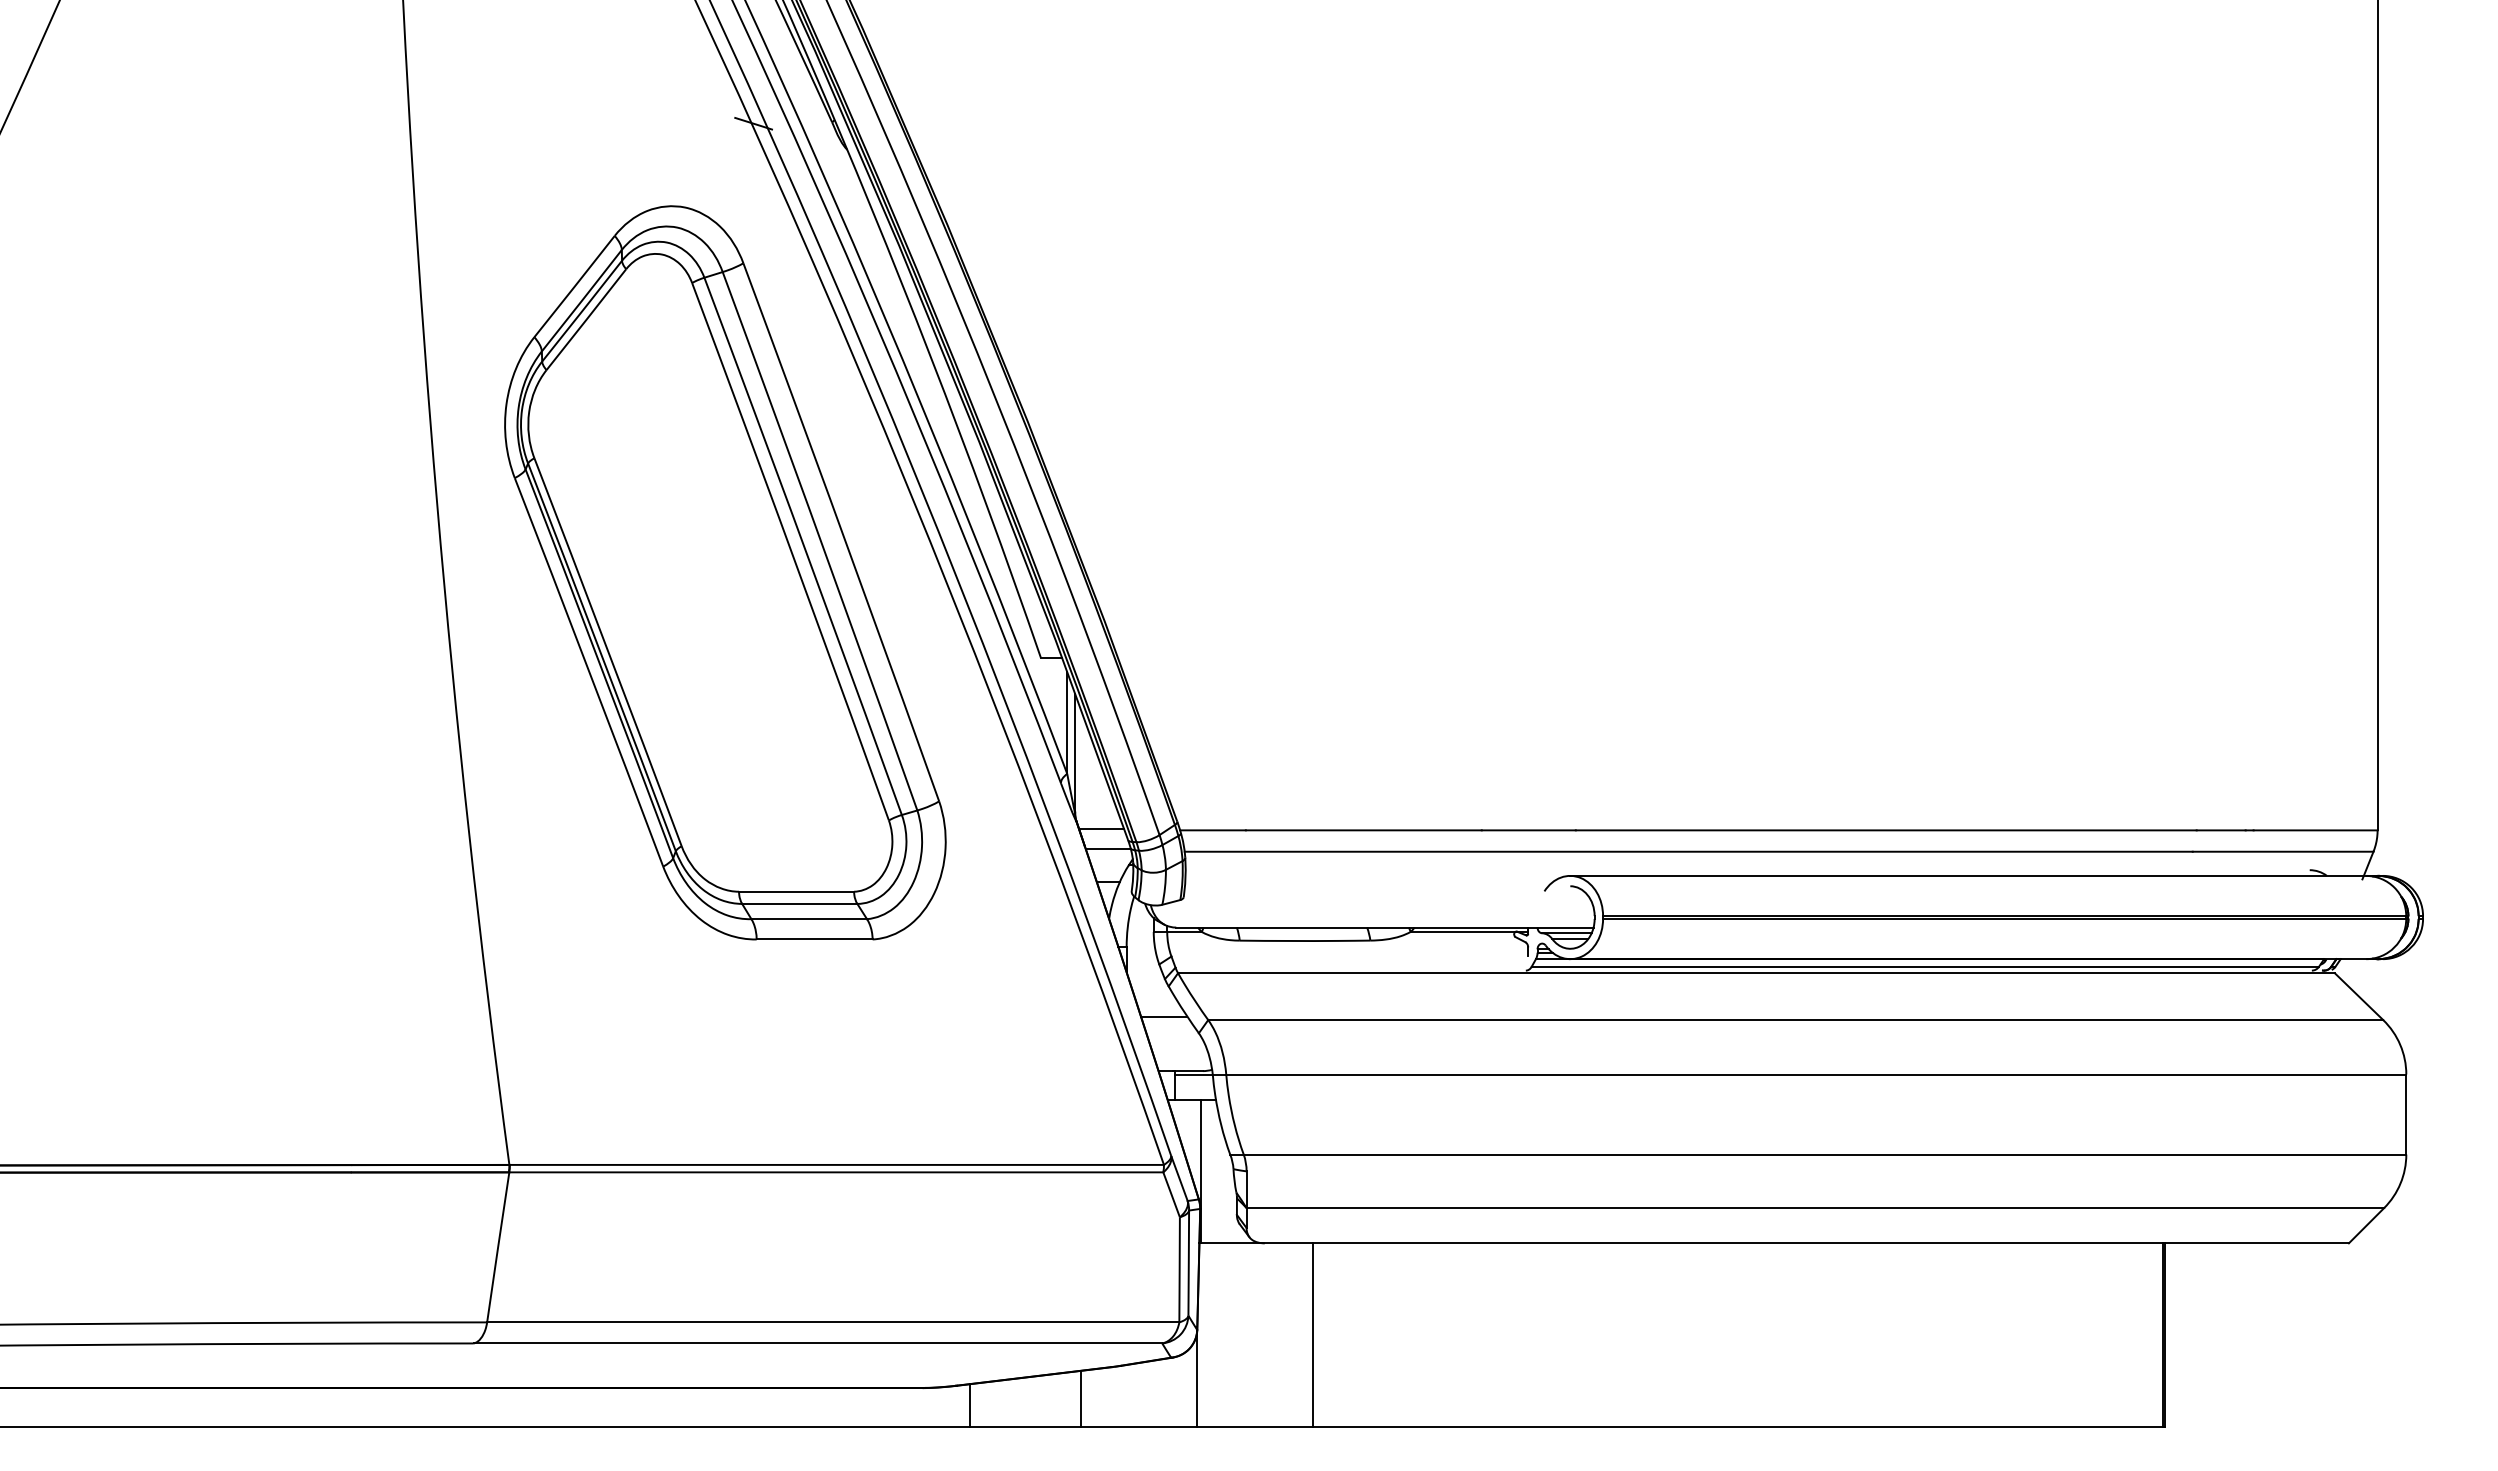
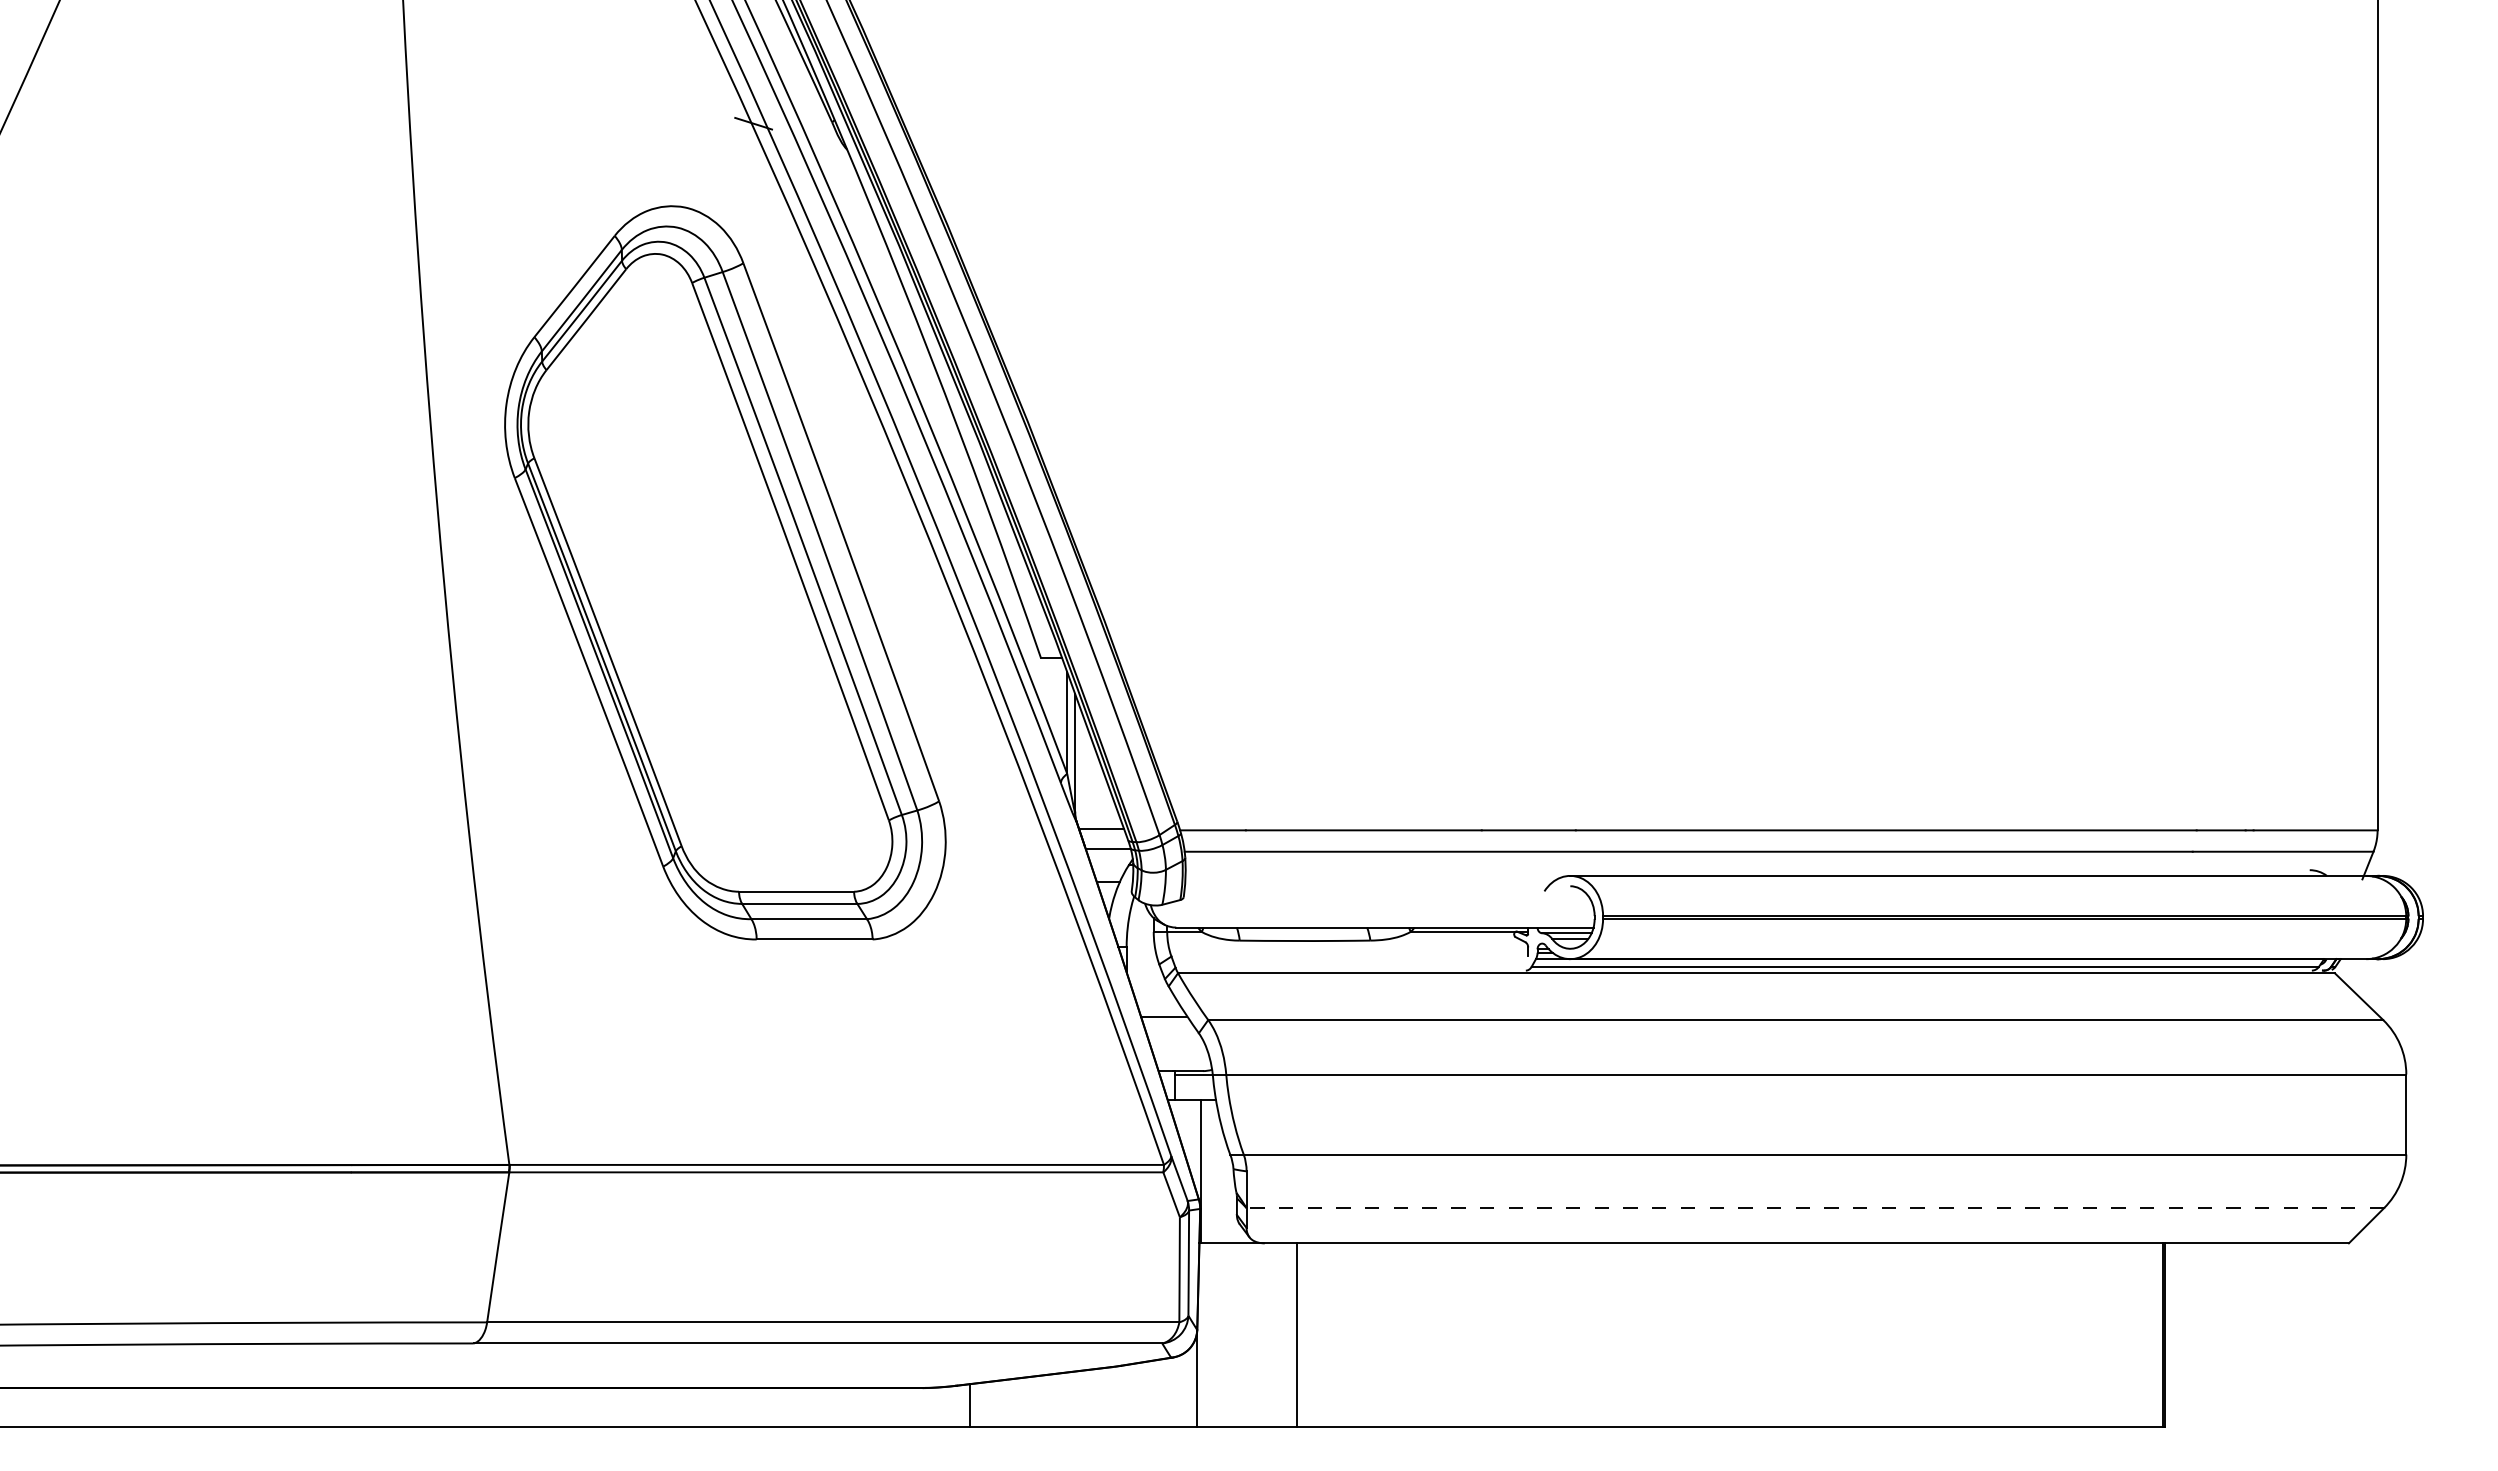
line at (1815, 1208): solid -> dashed
line at (1312, 1335) position: (1312, 1335) -> (1296, 1335)
line at (1081, 1398): present -> none
